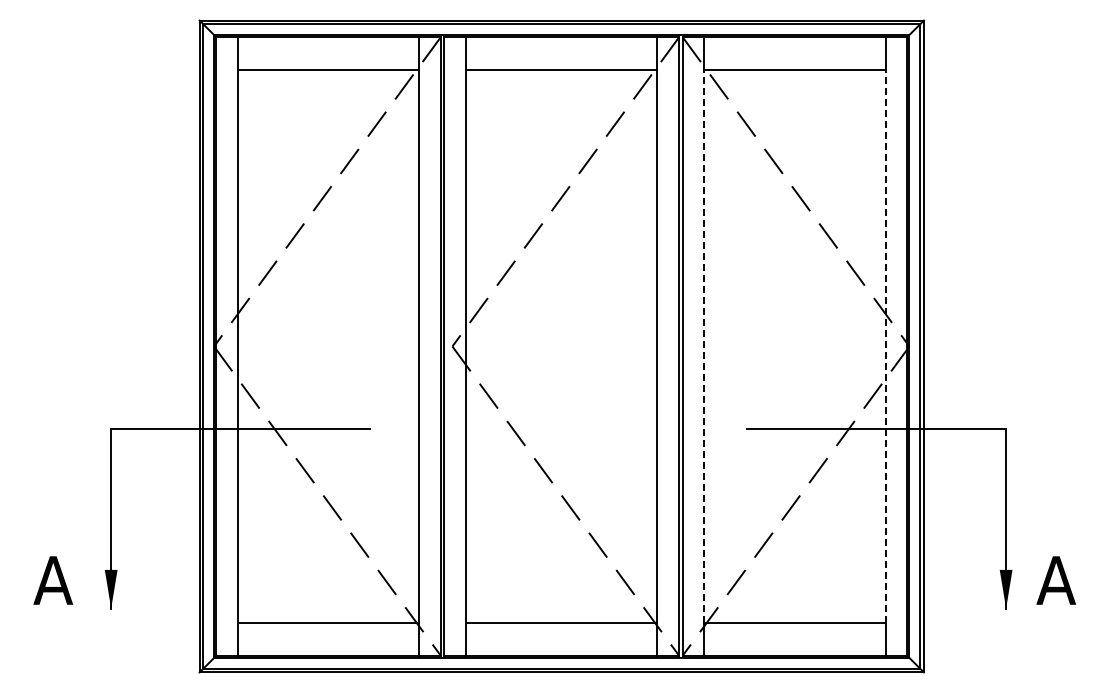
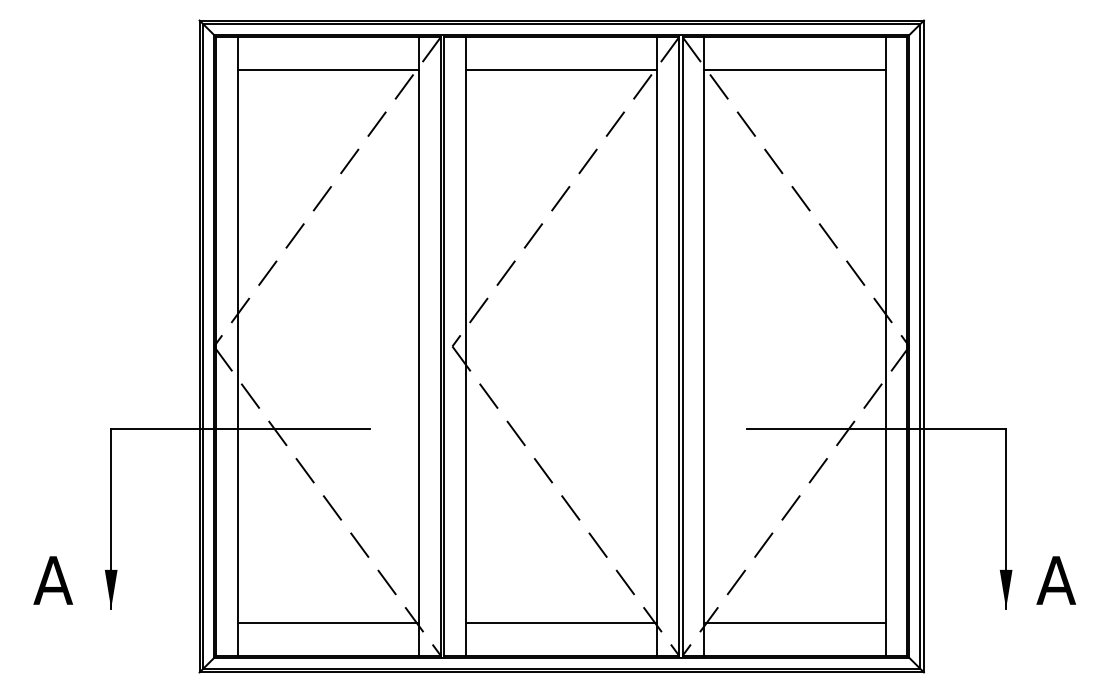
line at (704, 346): dashed -> solid
line at (885, 346): dashed -> solid
